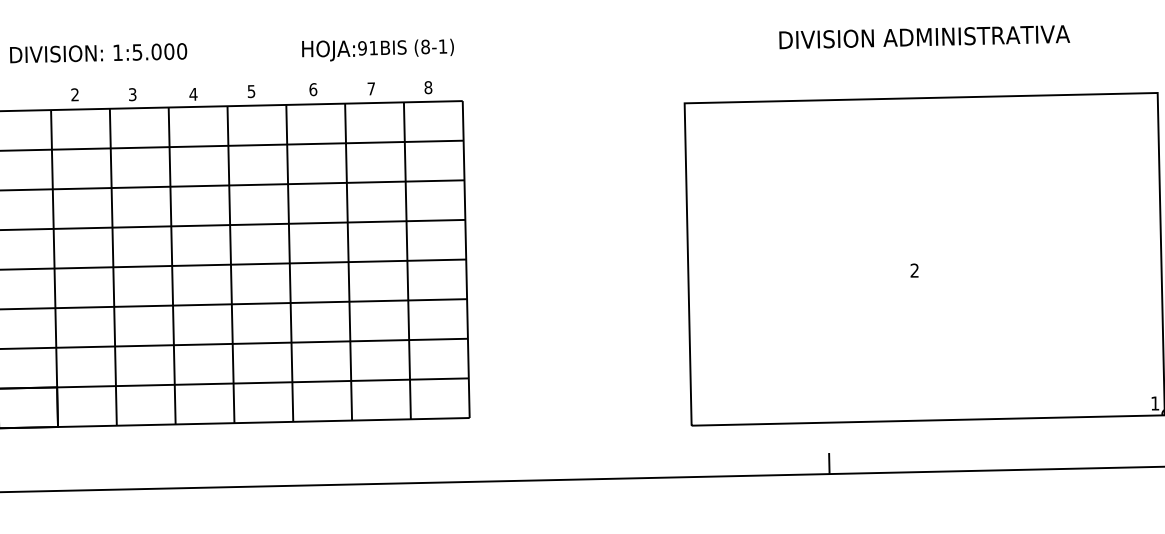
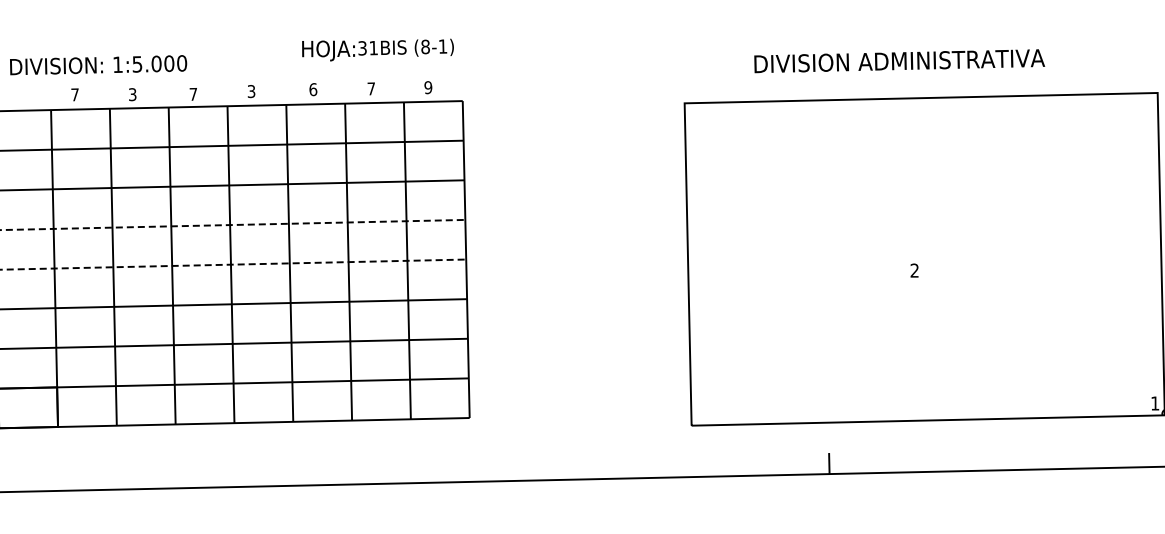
text at (924, 37) position: (924, 37) -> (899, 61)
text at (362, 48): 91BIS -> 31BIS
text at (98, 53) position: (98, 53) -> (98, 65)
text at (428, 87): 8 -> 9
text at (251, 91): 5 -> 3
text at (74, 94): 2 -> 7
text at (193, 94): 4 -> 7
line at (233, 225): solid -> dashed
line at (233, 264): solid -> dashed
